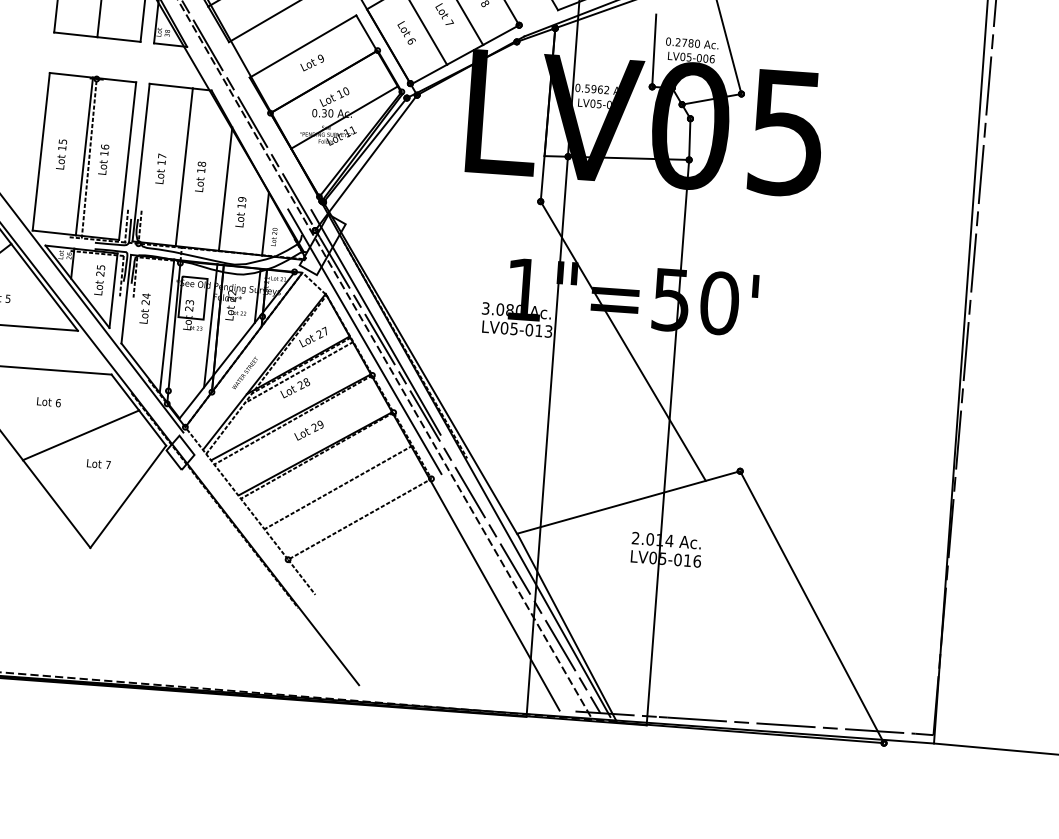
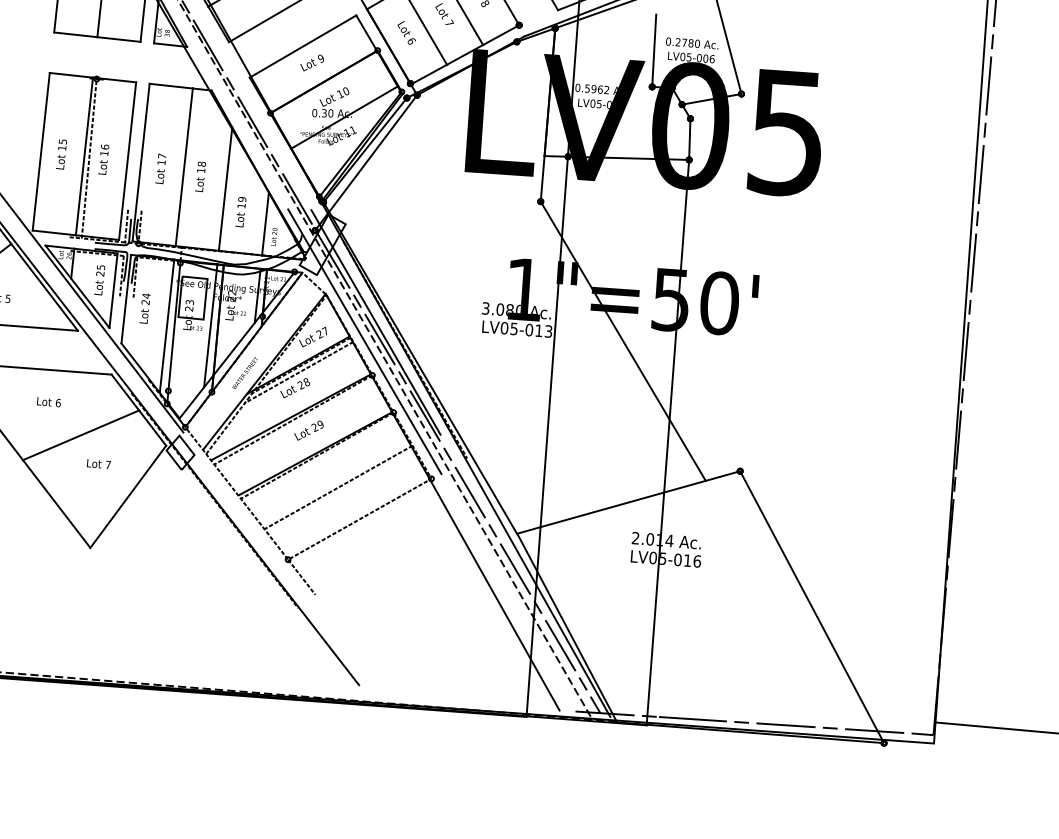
line at (994, 748) position: (994, 748) -> (995, 727)
